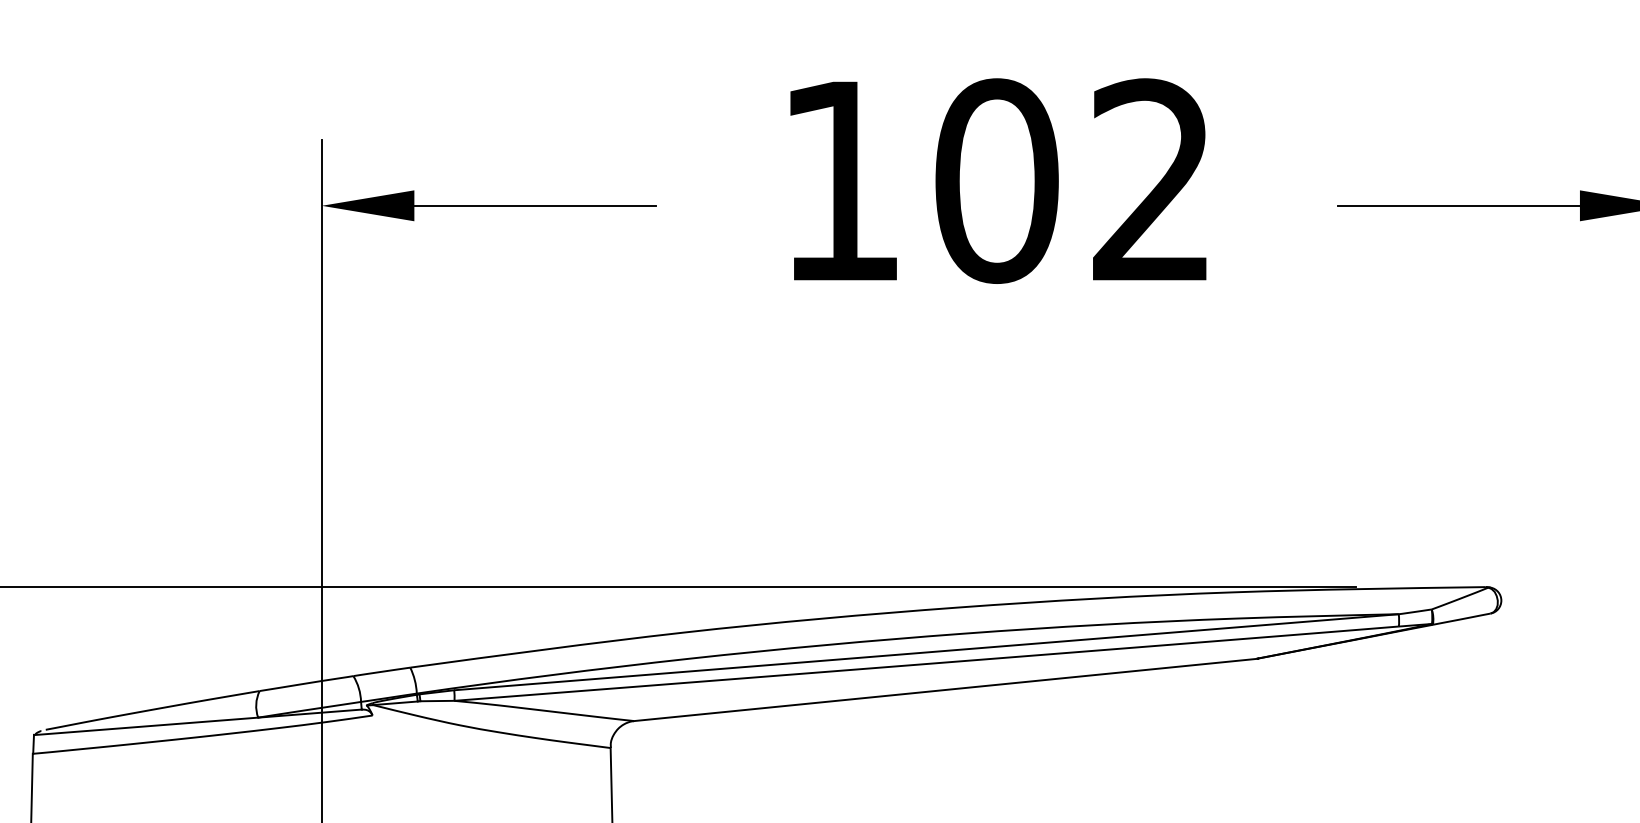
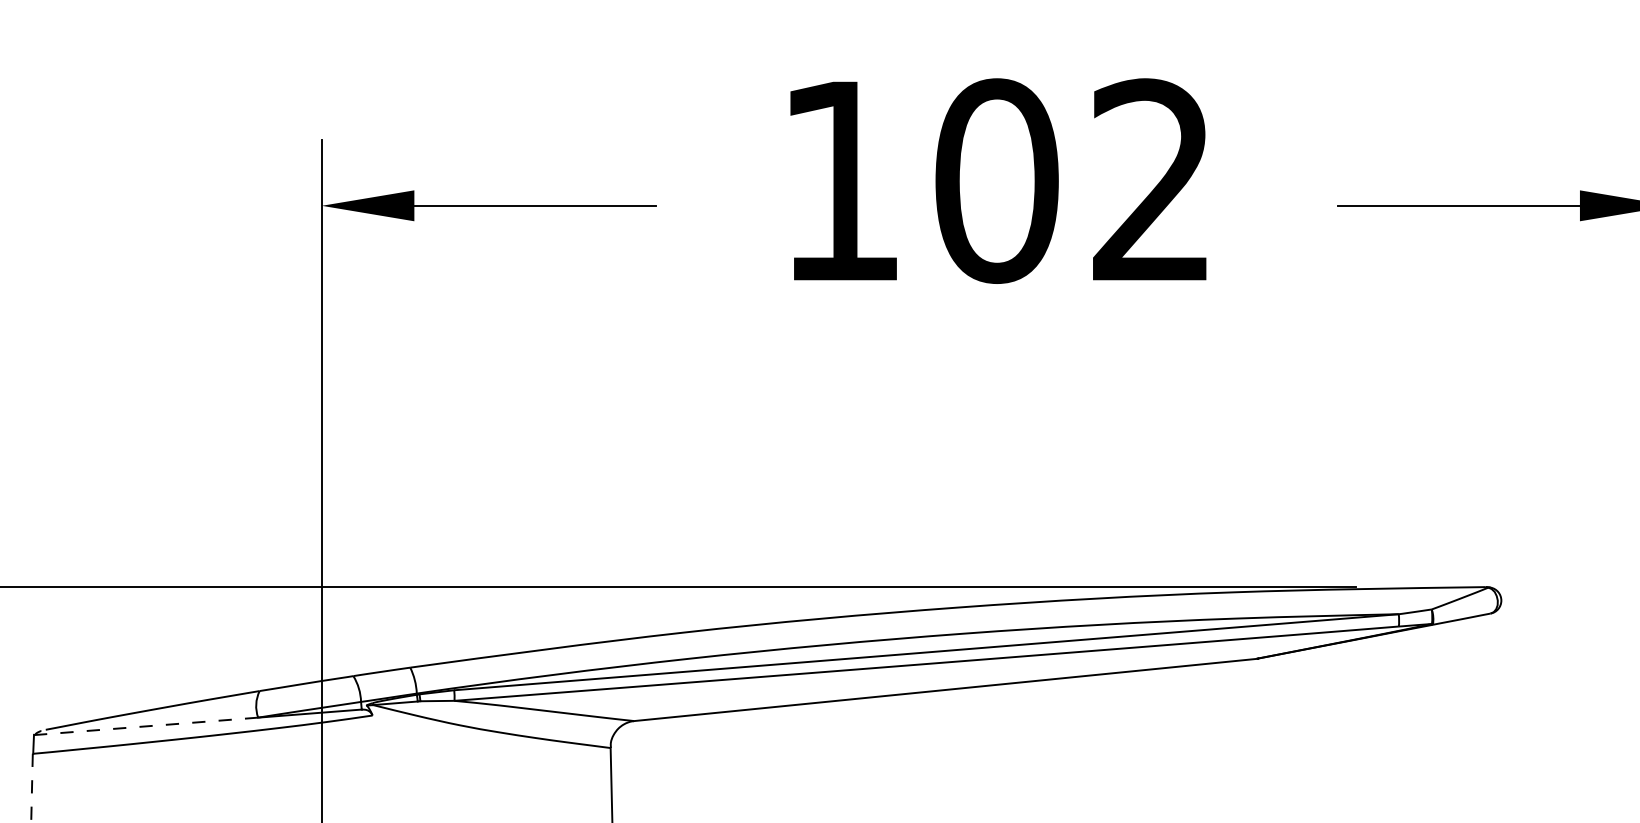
line at (146, 726): solid -> dashed
line at (32, 788): solid -> dashed
